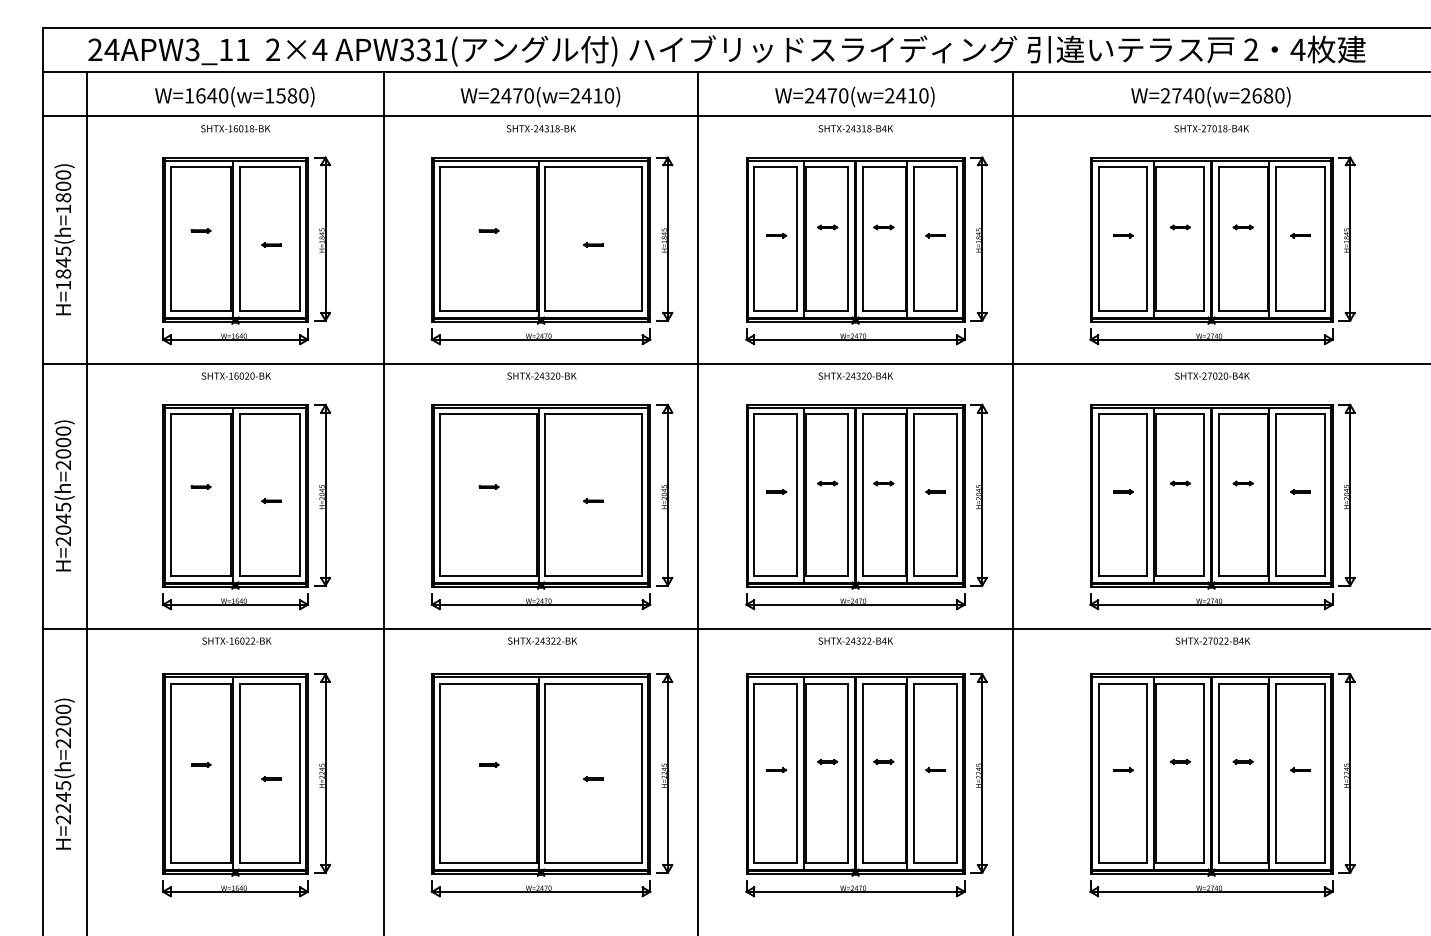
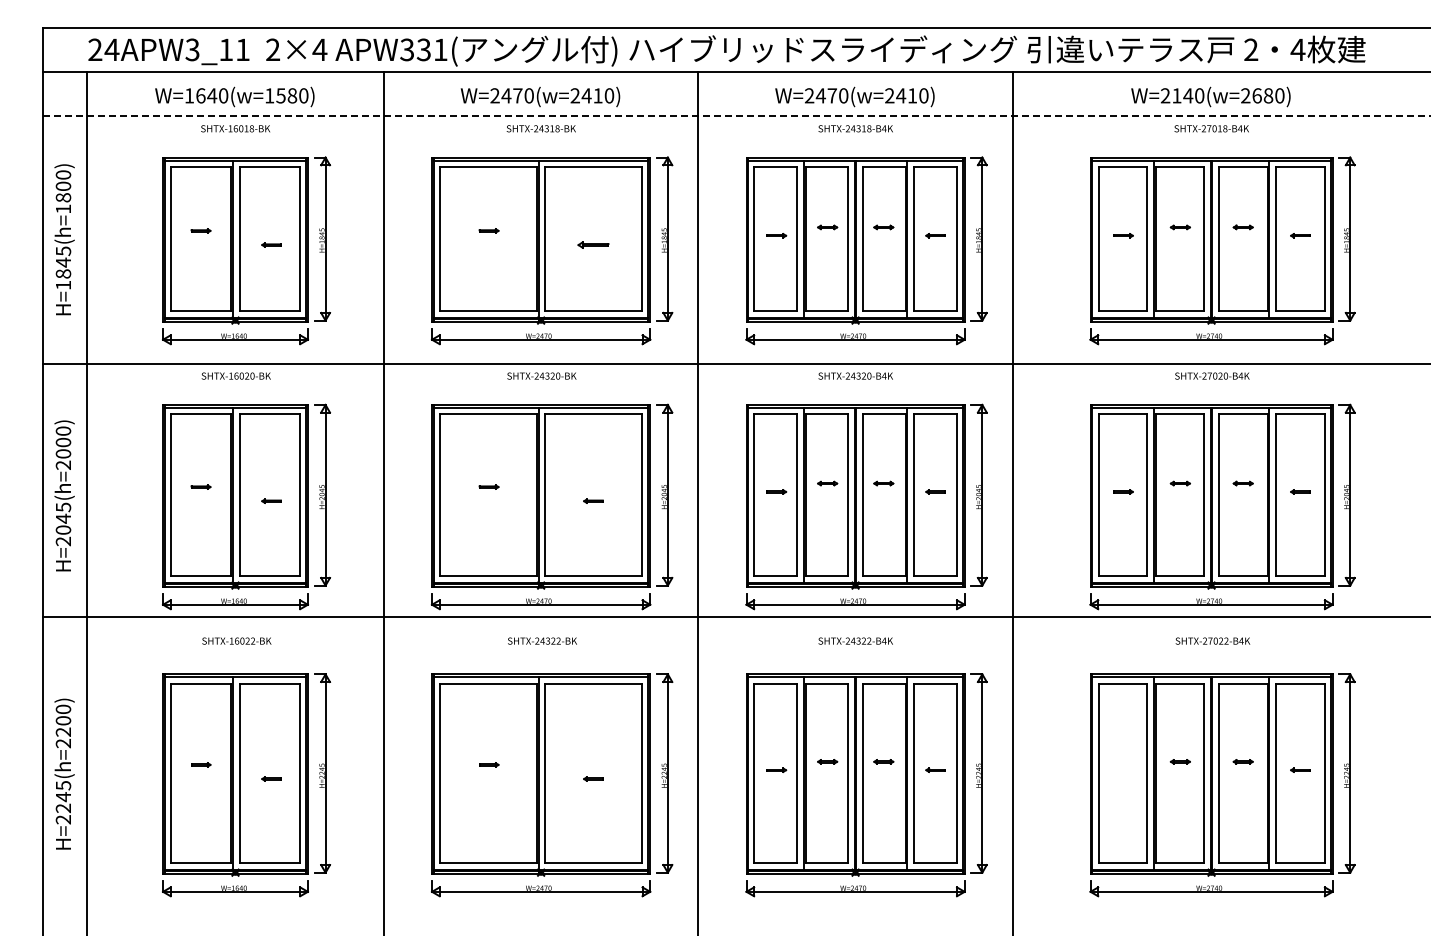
text at (1176, 95): W=2740(w=2680) -> W=2140(w=2680)
line at (736, 116): solid -> dashed
part at (593, 244) size: 21x6 px -> 33x8 px
line at (734, 628) position: (734, 628) -> (734, 616)
part at (1123, 769): present -> none
